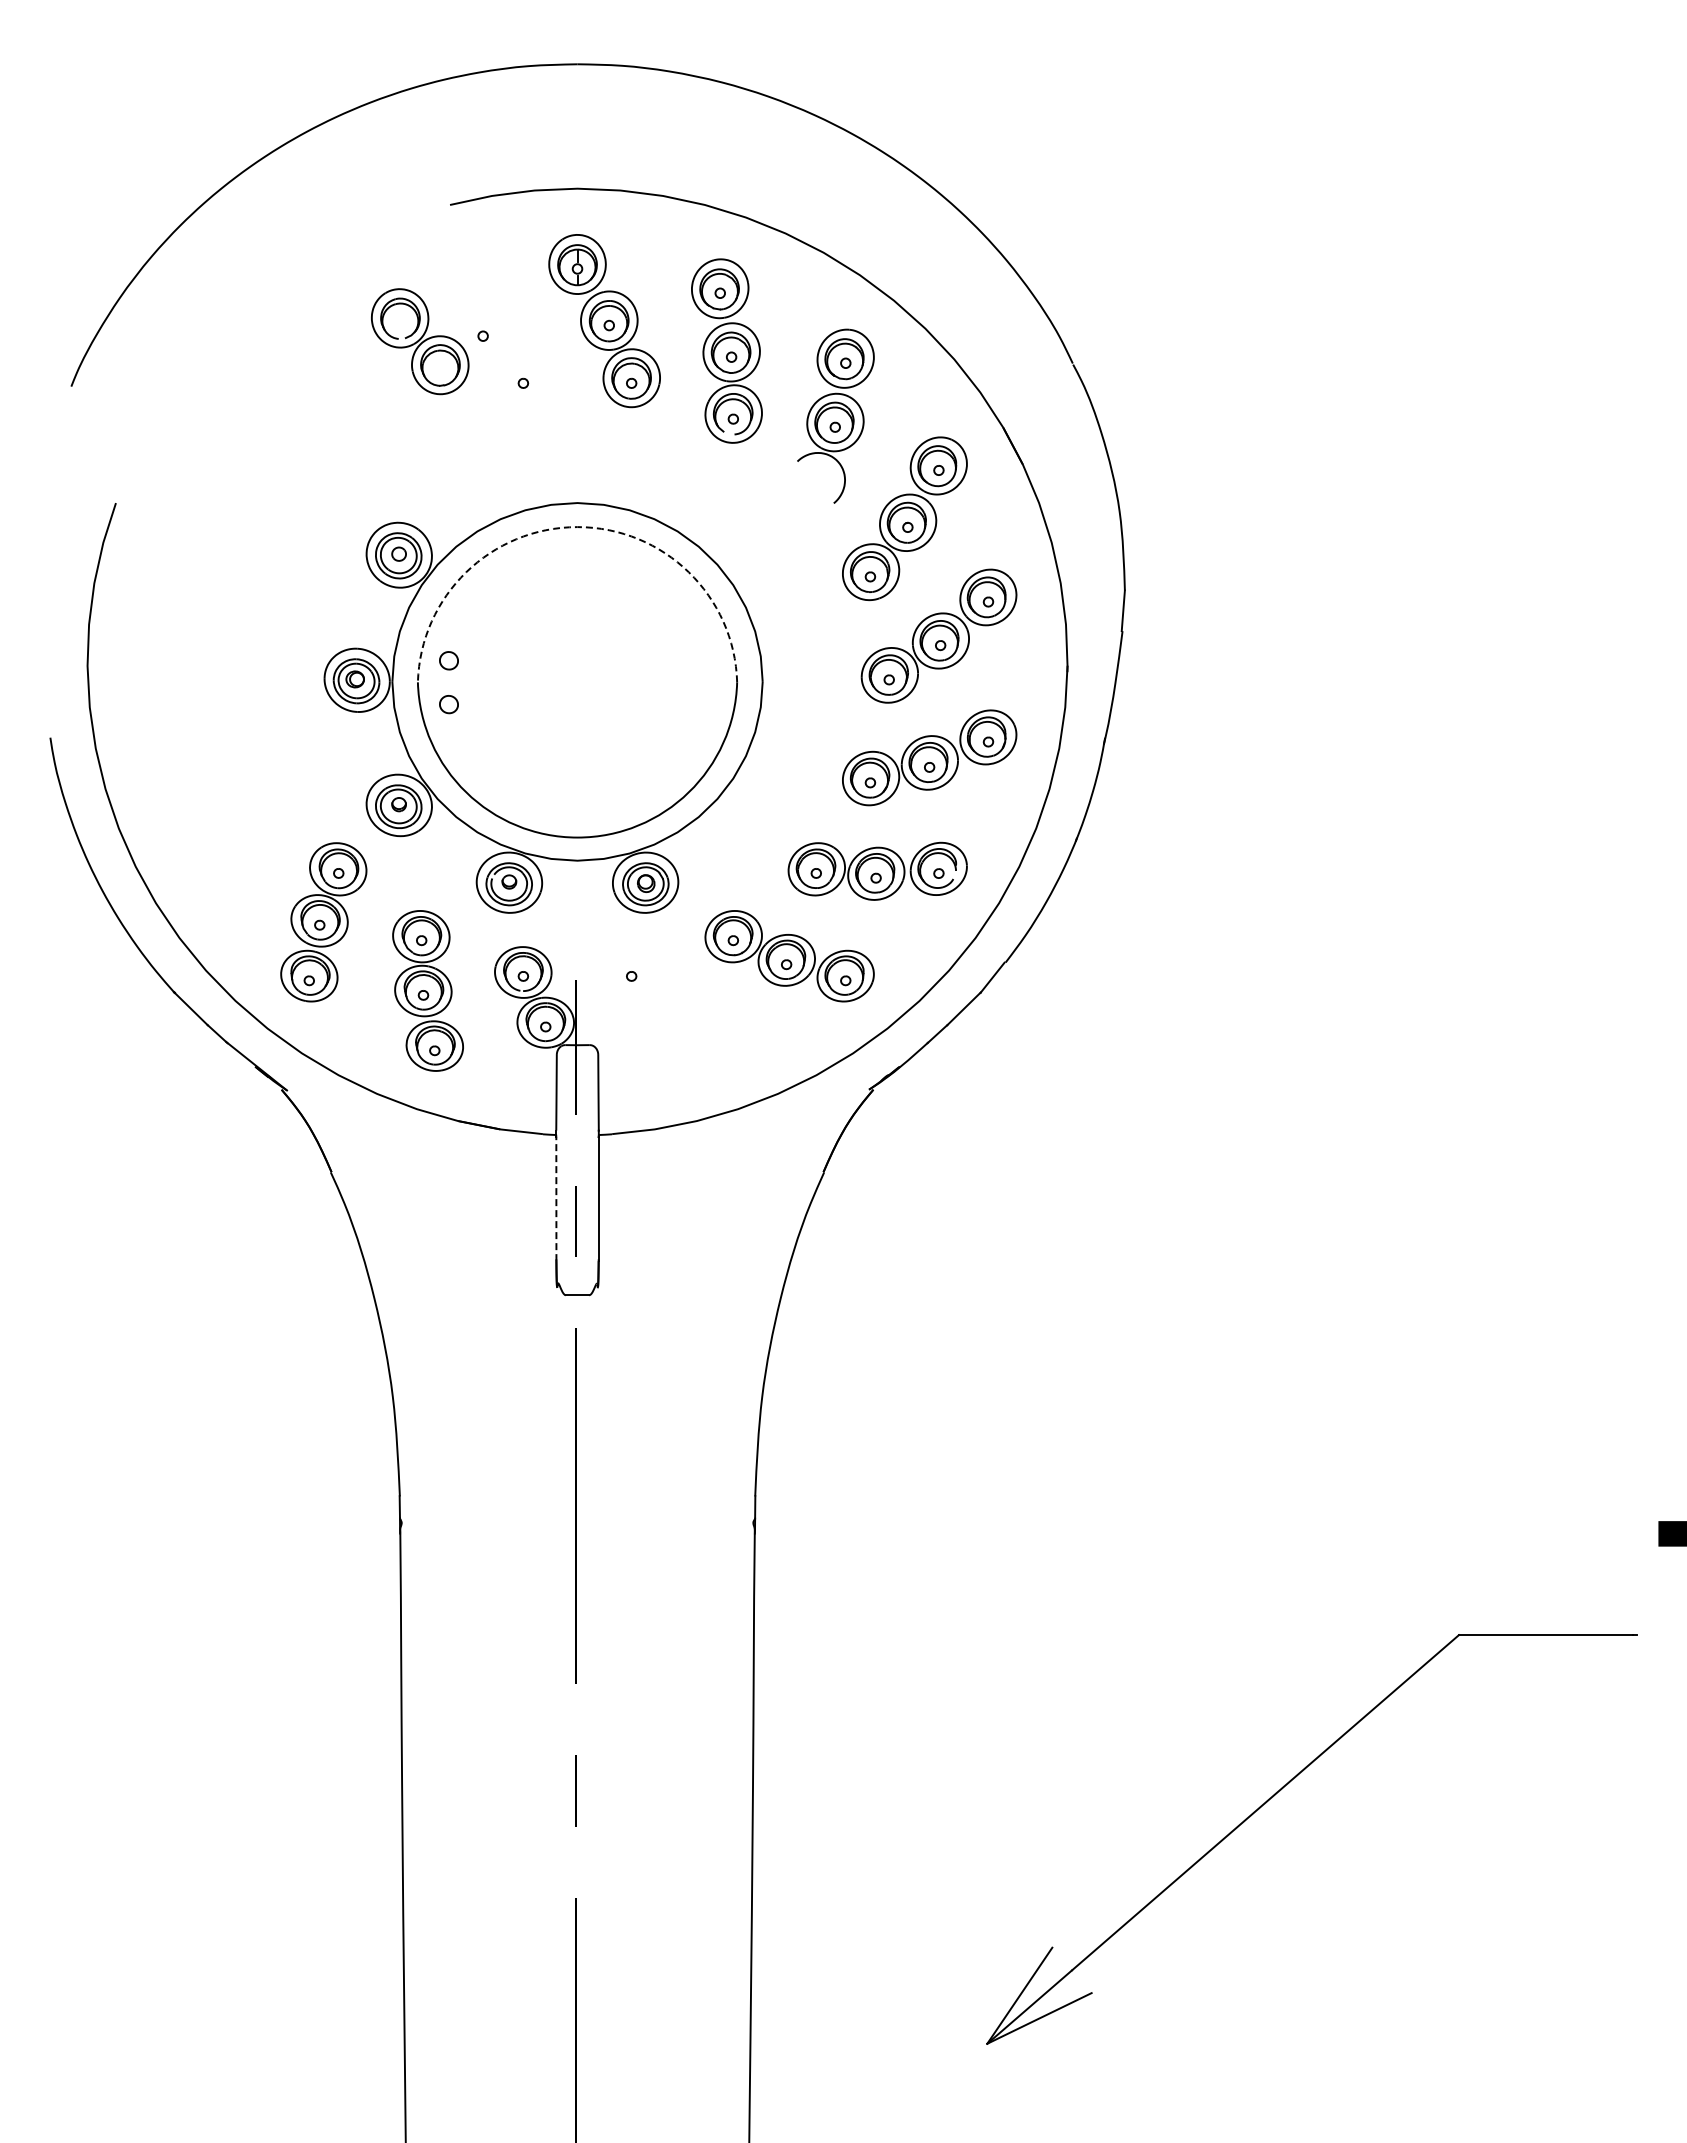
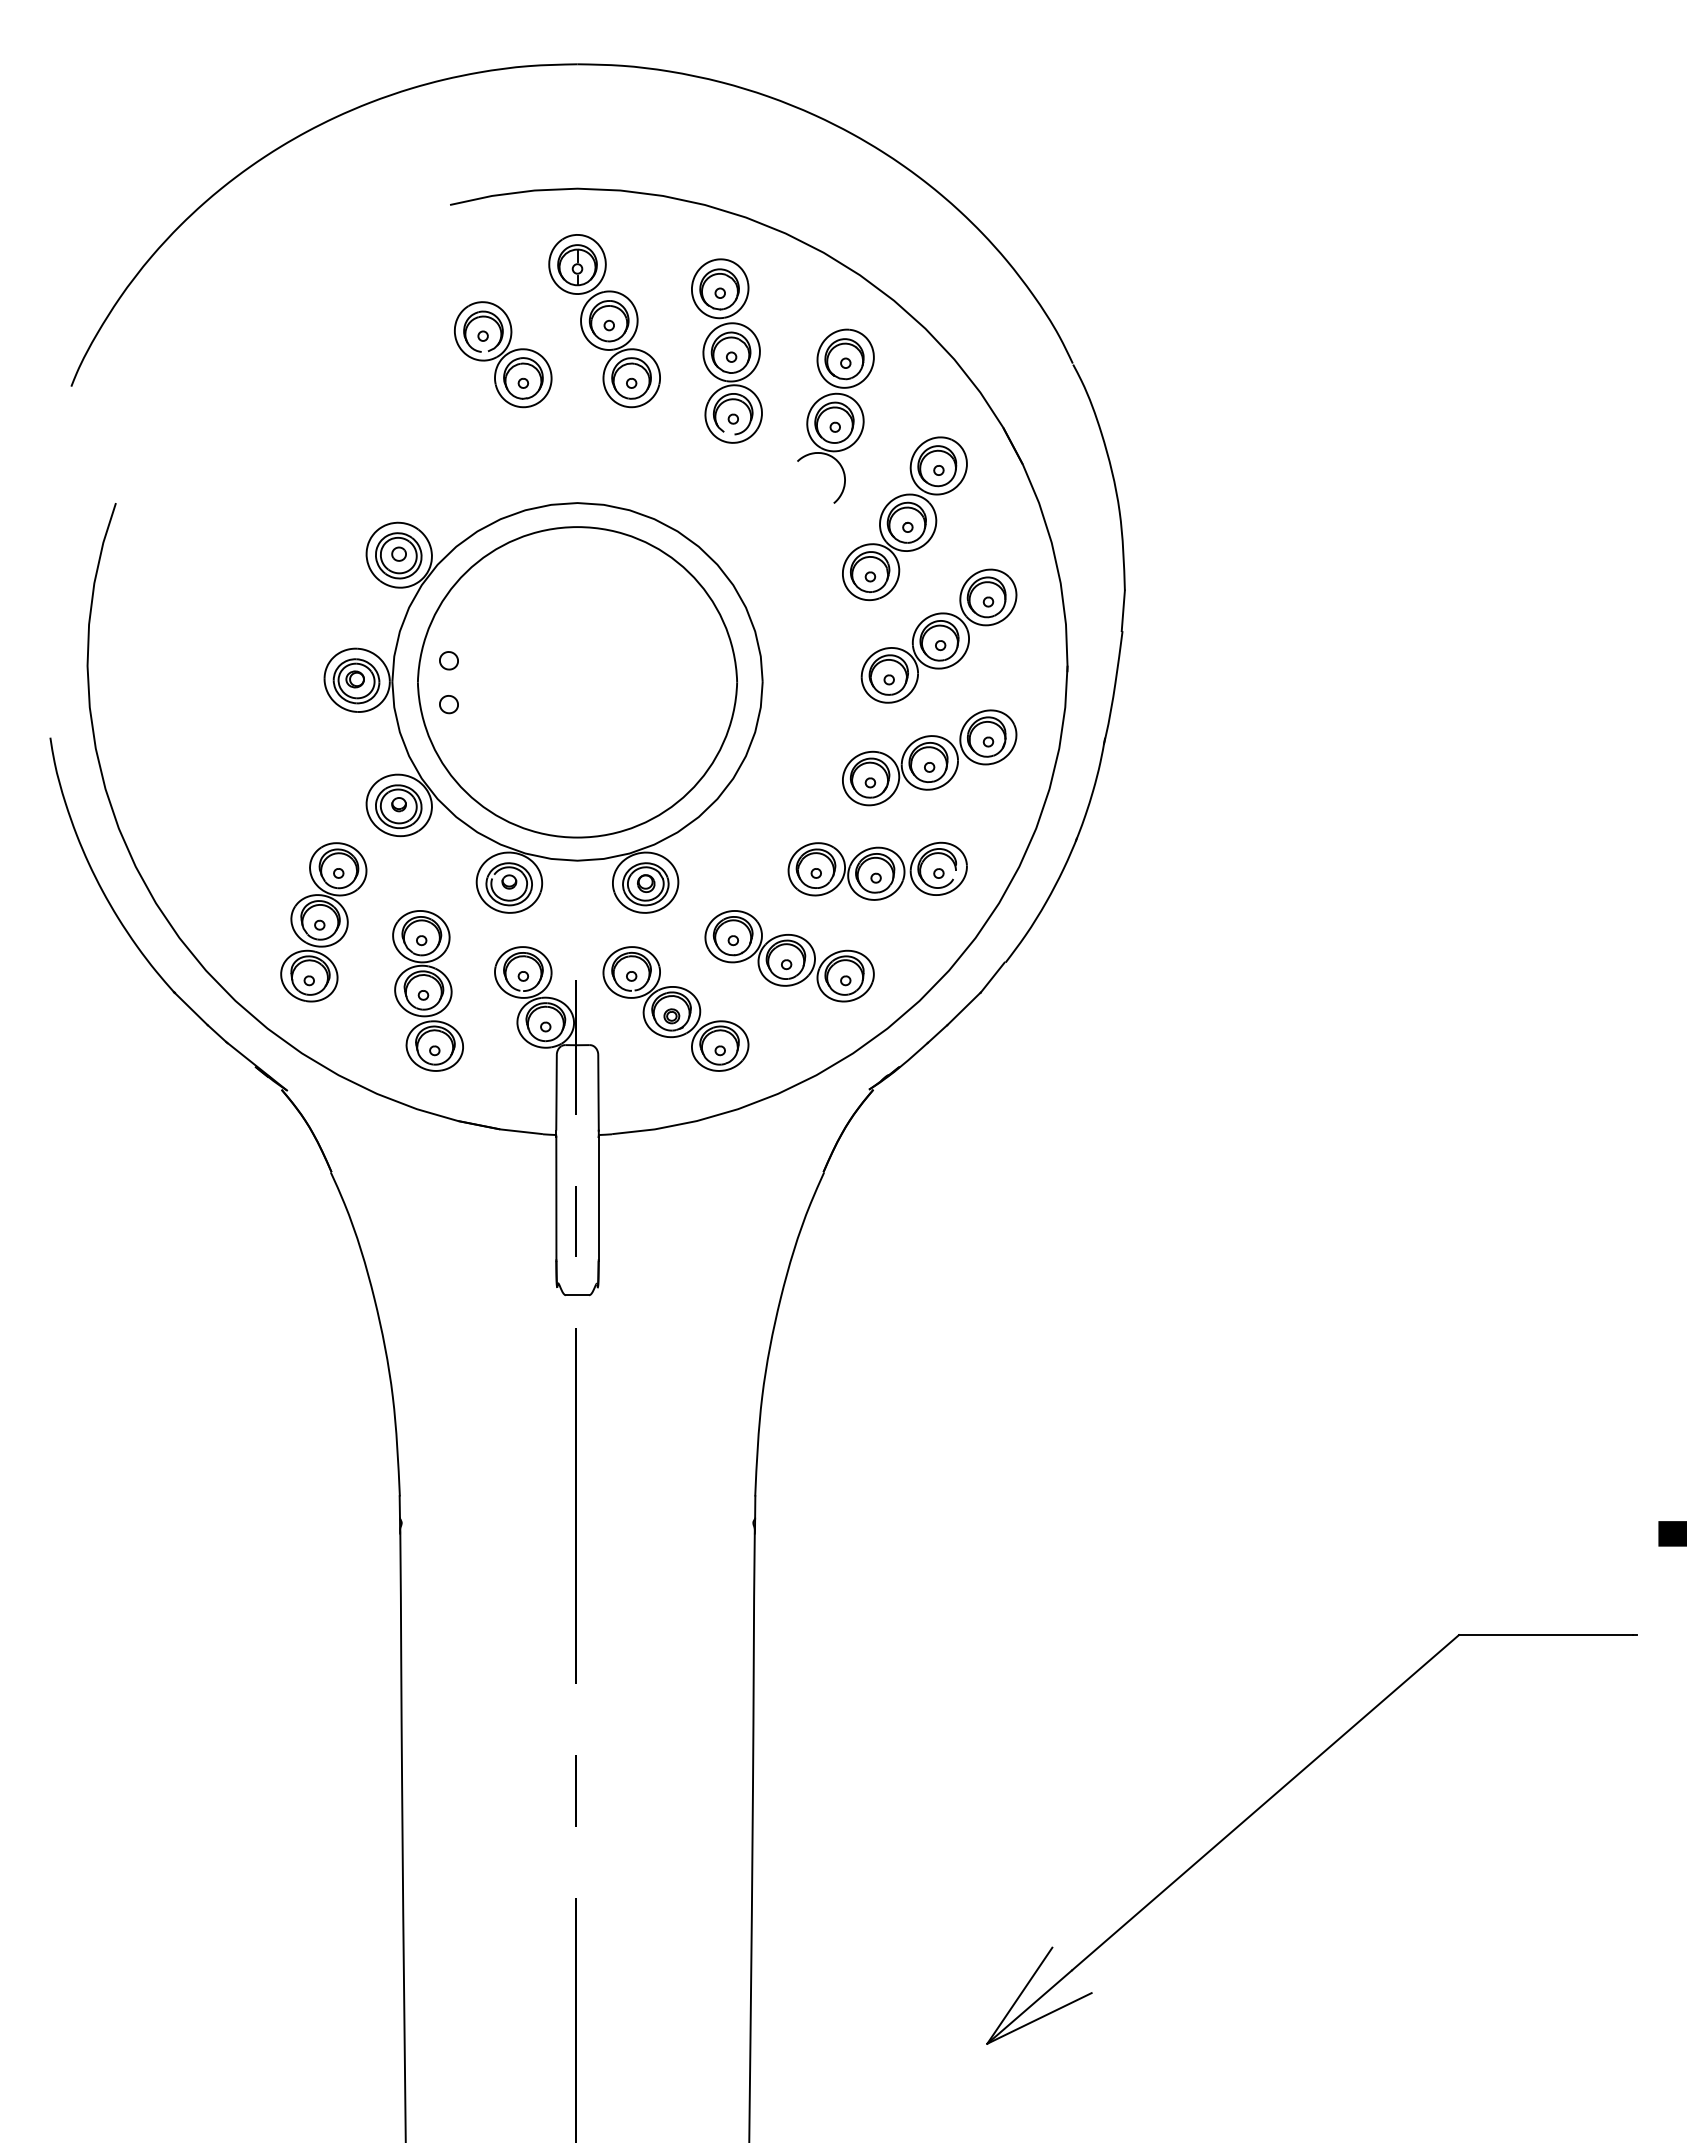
part at (420, 341) position: (420, 341) -> (503, 354)
arc at (577, 527): dashed -> solid
part at (675, 1008): none -> present
line at (556, 1199): dashed -> solid
